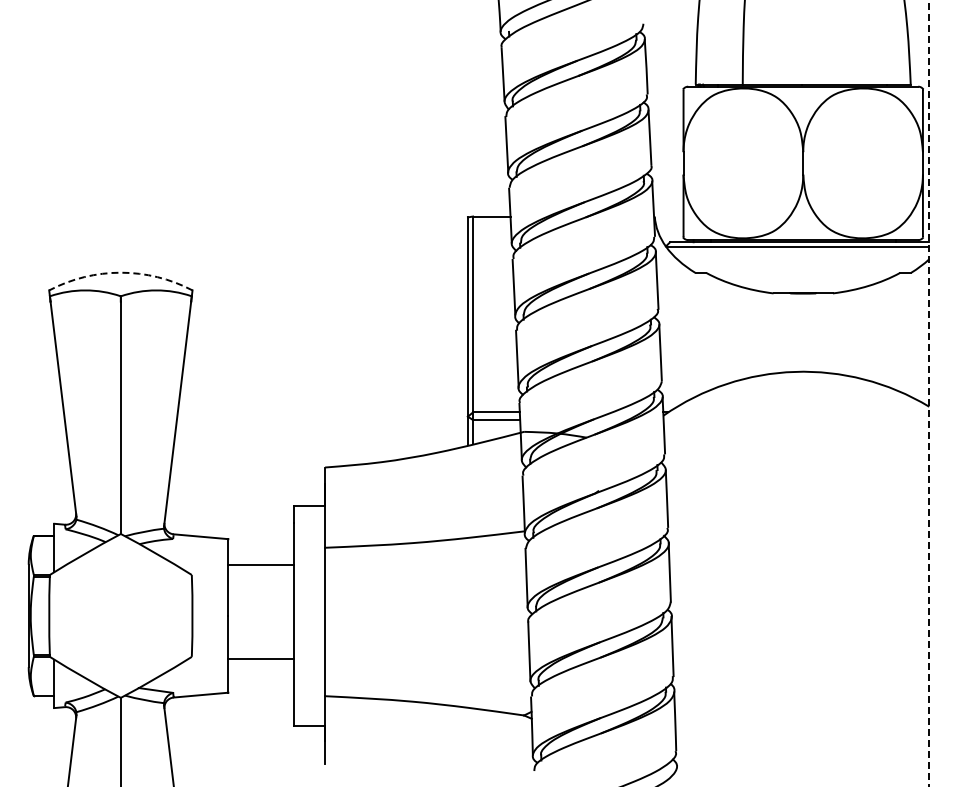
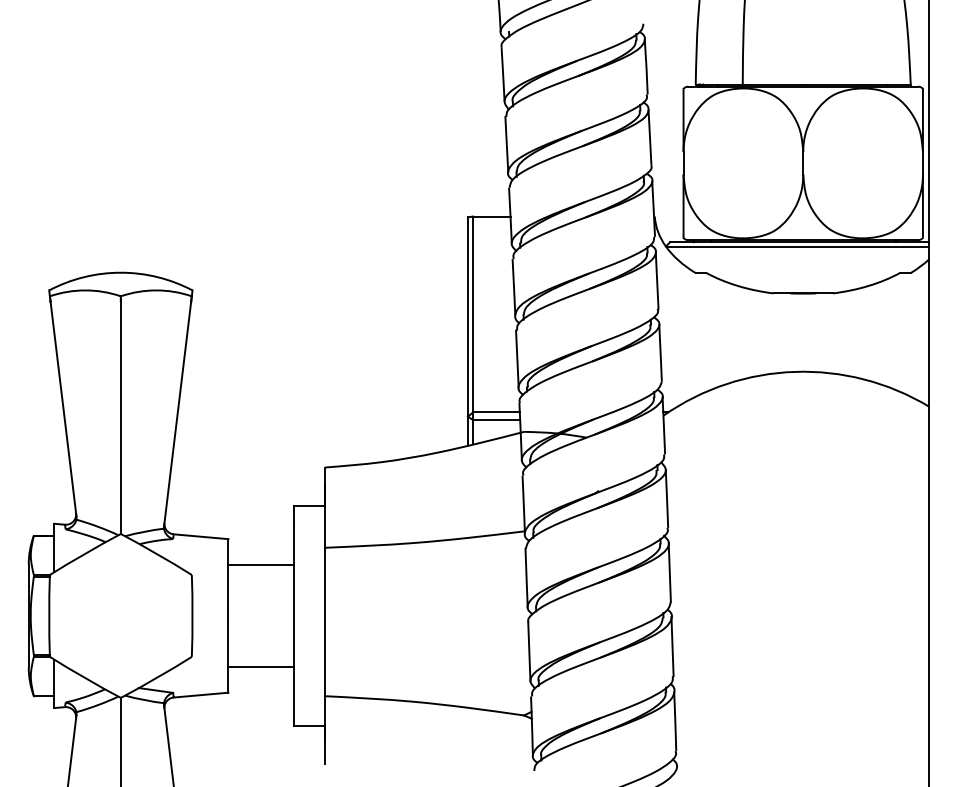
arc at (120, 272): dashed -> solid
line at (929, 393): dashed -> solid
line at (261, 659) position: (261, 659) -> (261, 667)
